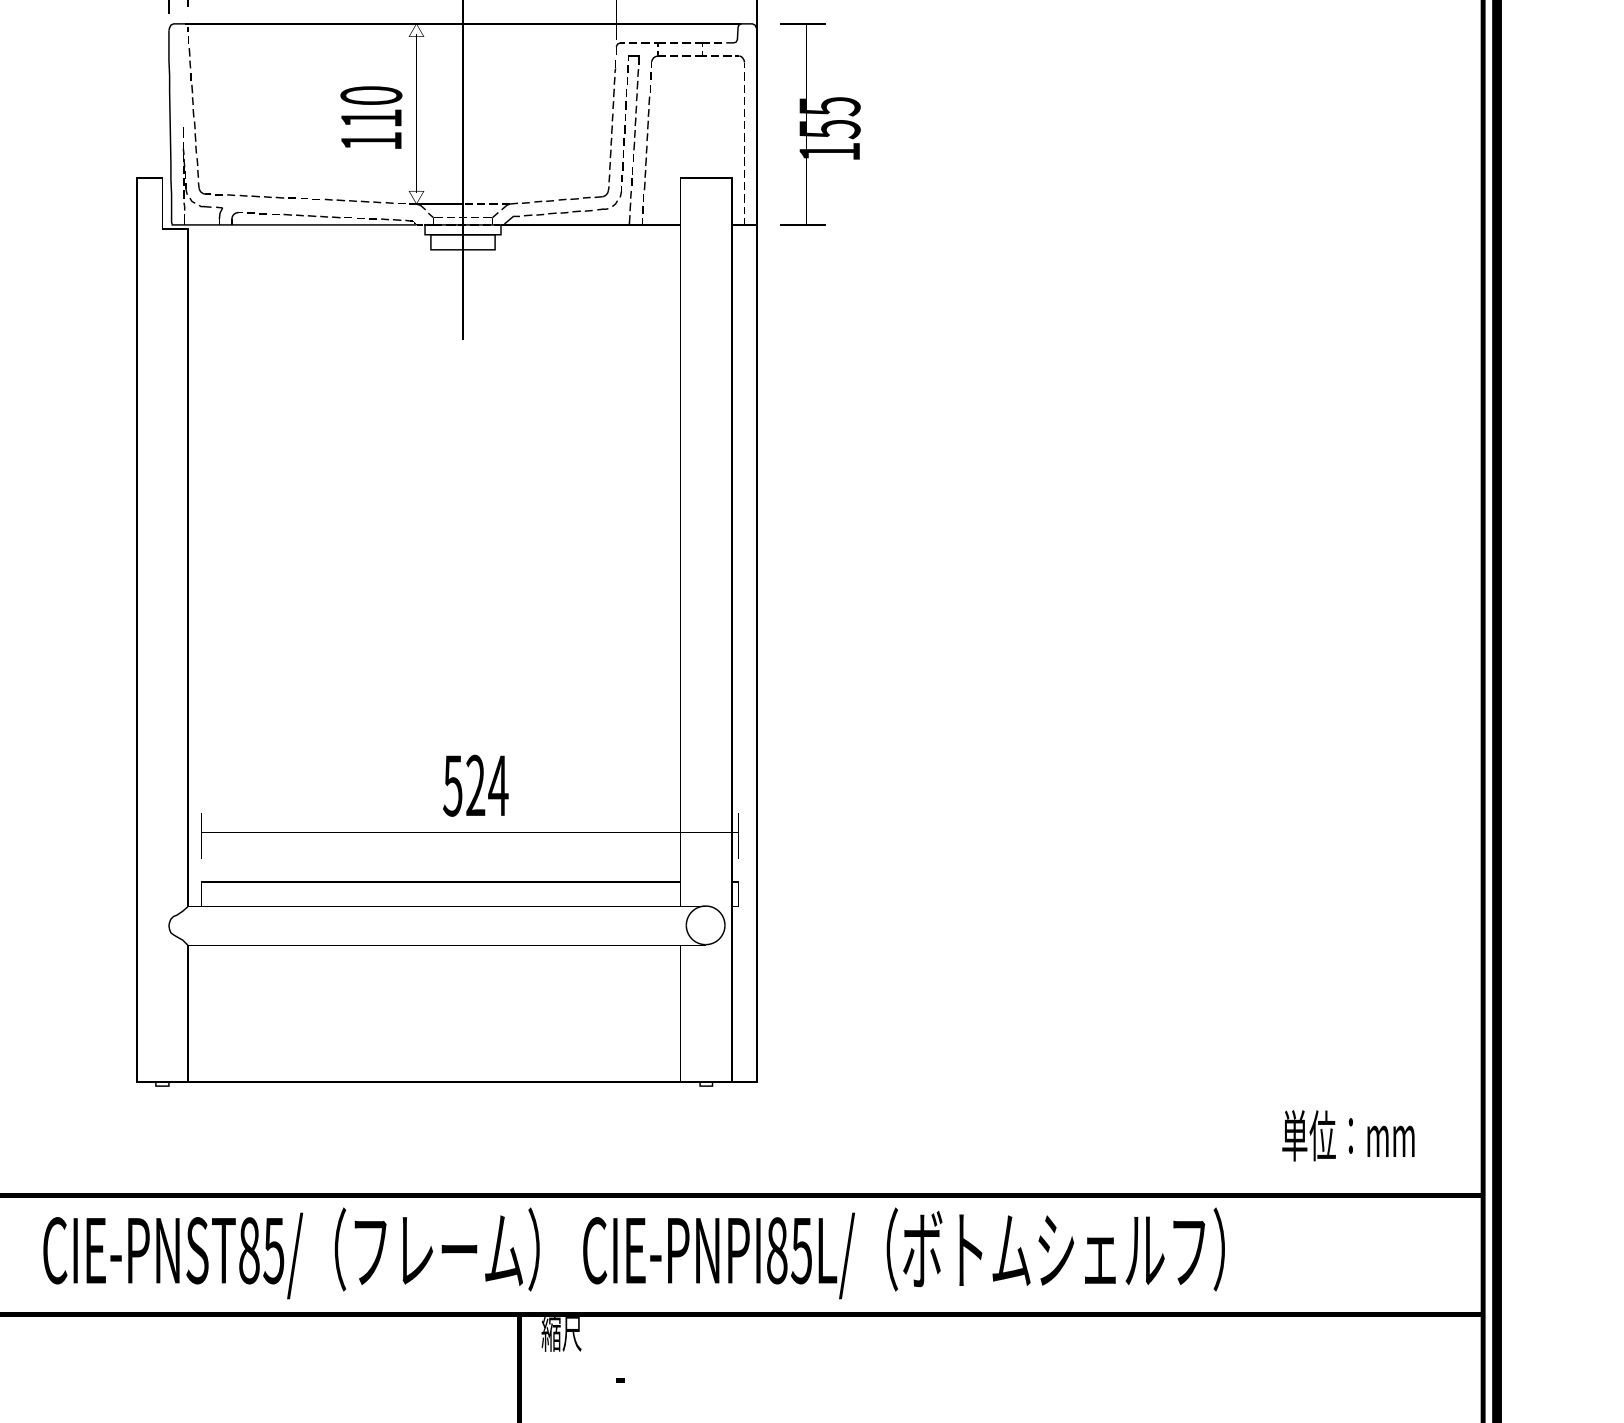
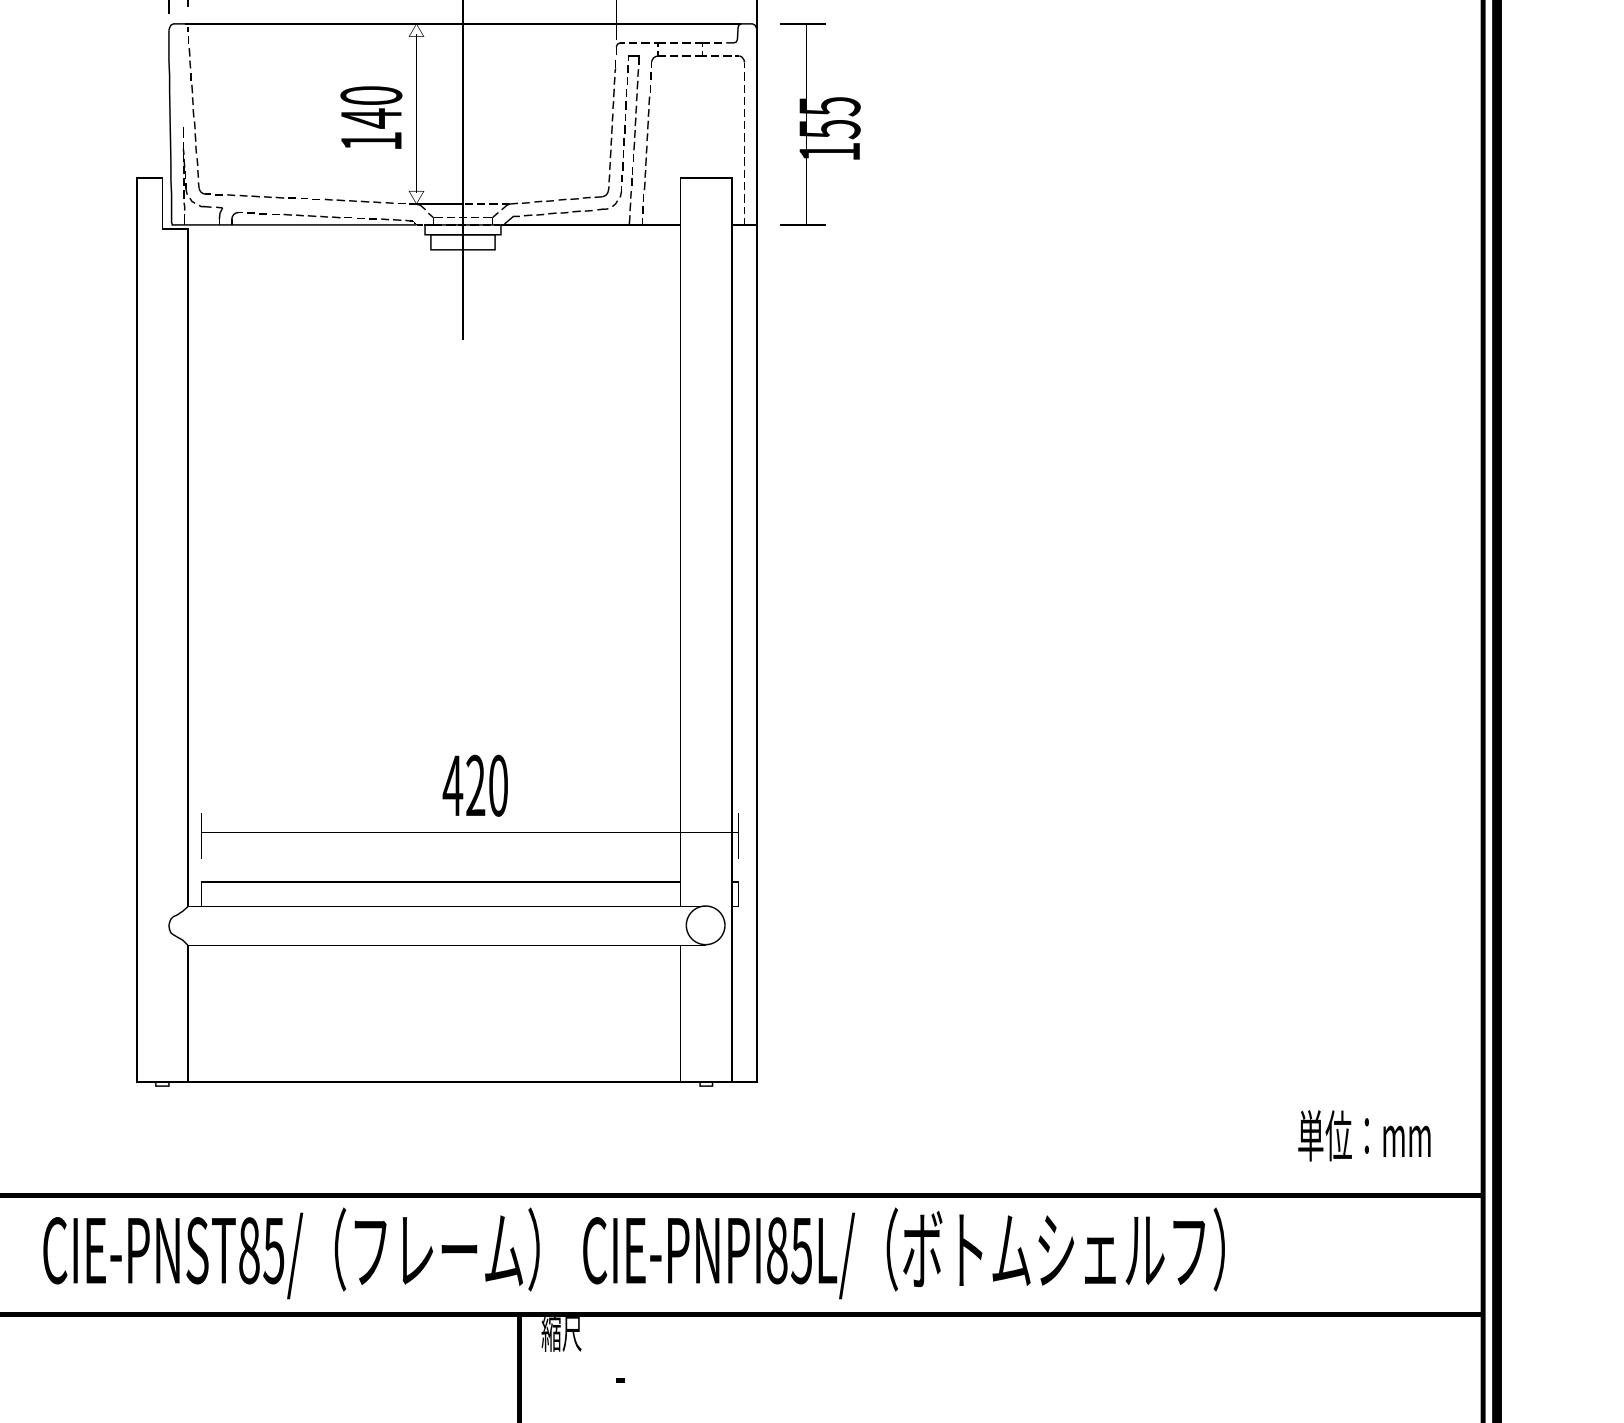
text at (371, 118): 110 -> 140
text at (475, 785): 524 -> 420
text at (1348, 1135) position: (1348, 1135) -> (1364, 1135)
